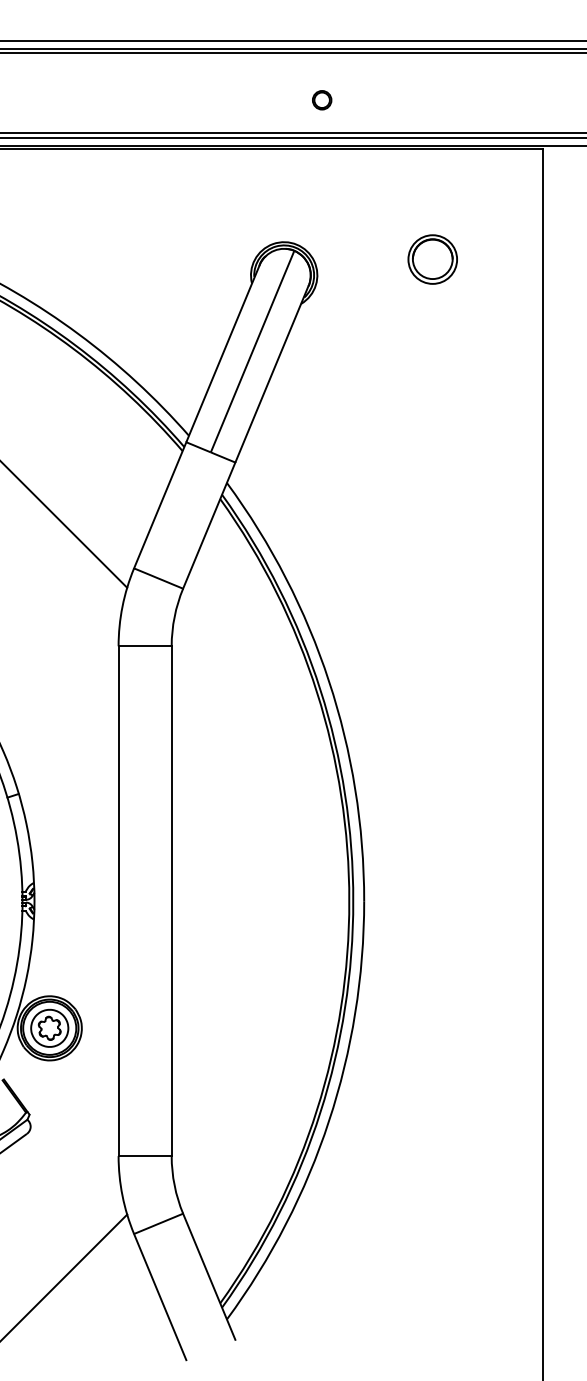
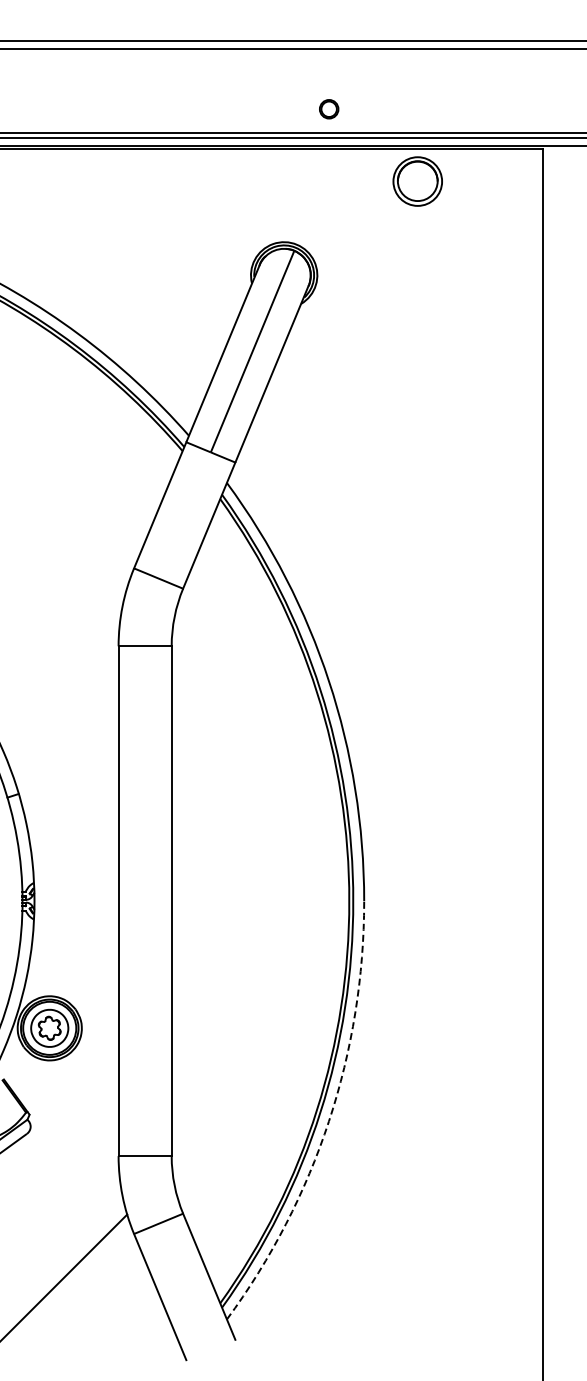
line at (292, 52): present -> none
part at (322, 100) position: (322, 100) -> (329, 109)
part at (432, 259) position: (432, 259) -> (417, 181)
line at (64, 525): present -> none
arc at (329, 1121): solid -> dashed
